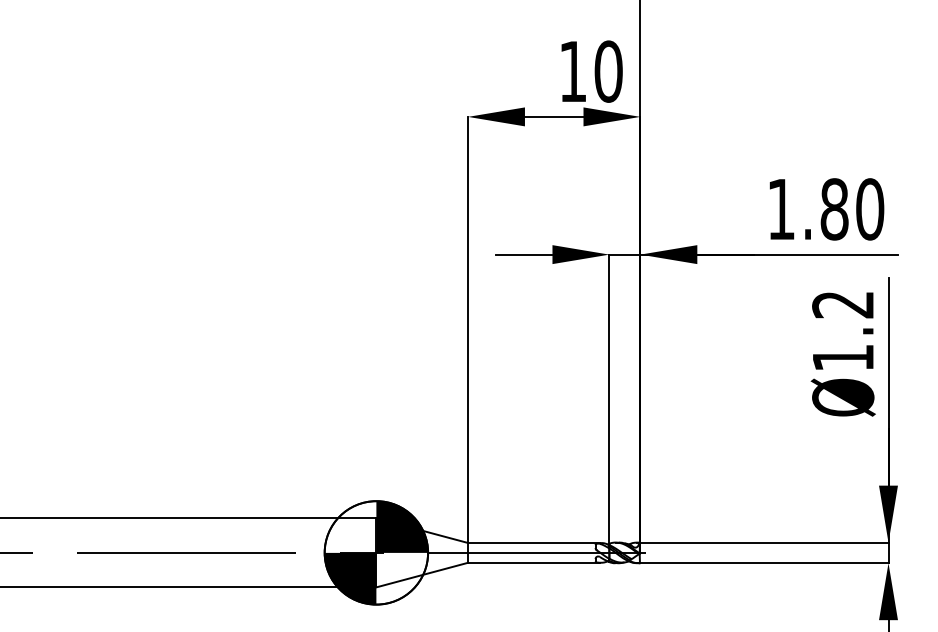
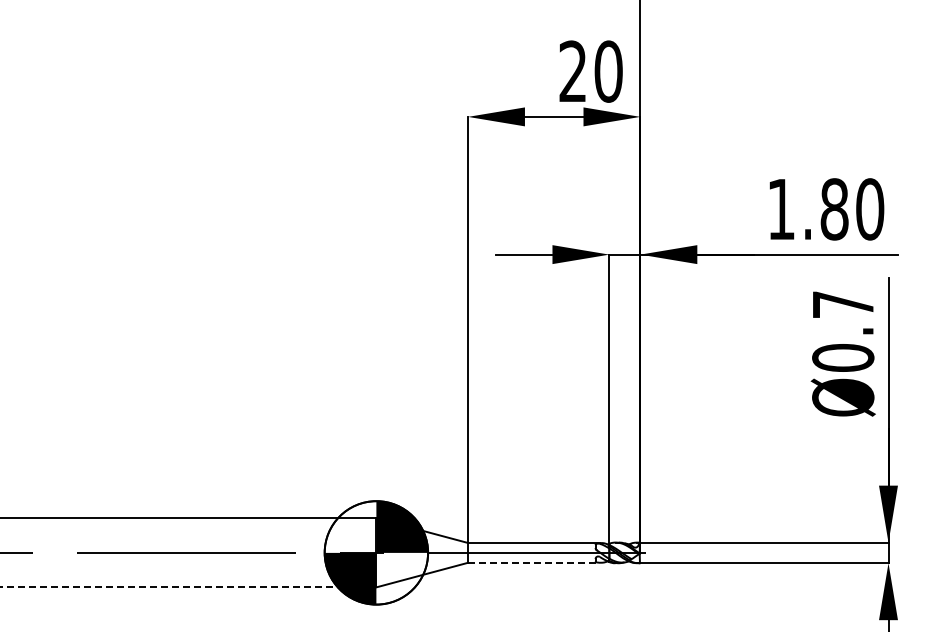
text at (572, 70): 10 -> 20
text at (843, 331): Ø1.2 -> Ø0.7
line at (534, 562): solid -> dashed
line at (188, 587): solid -> dashed
